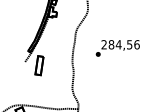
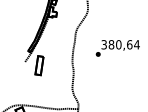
text at (120, 44): 284,56 -> 380,64
